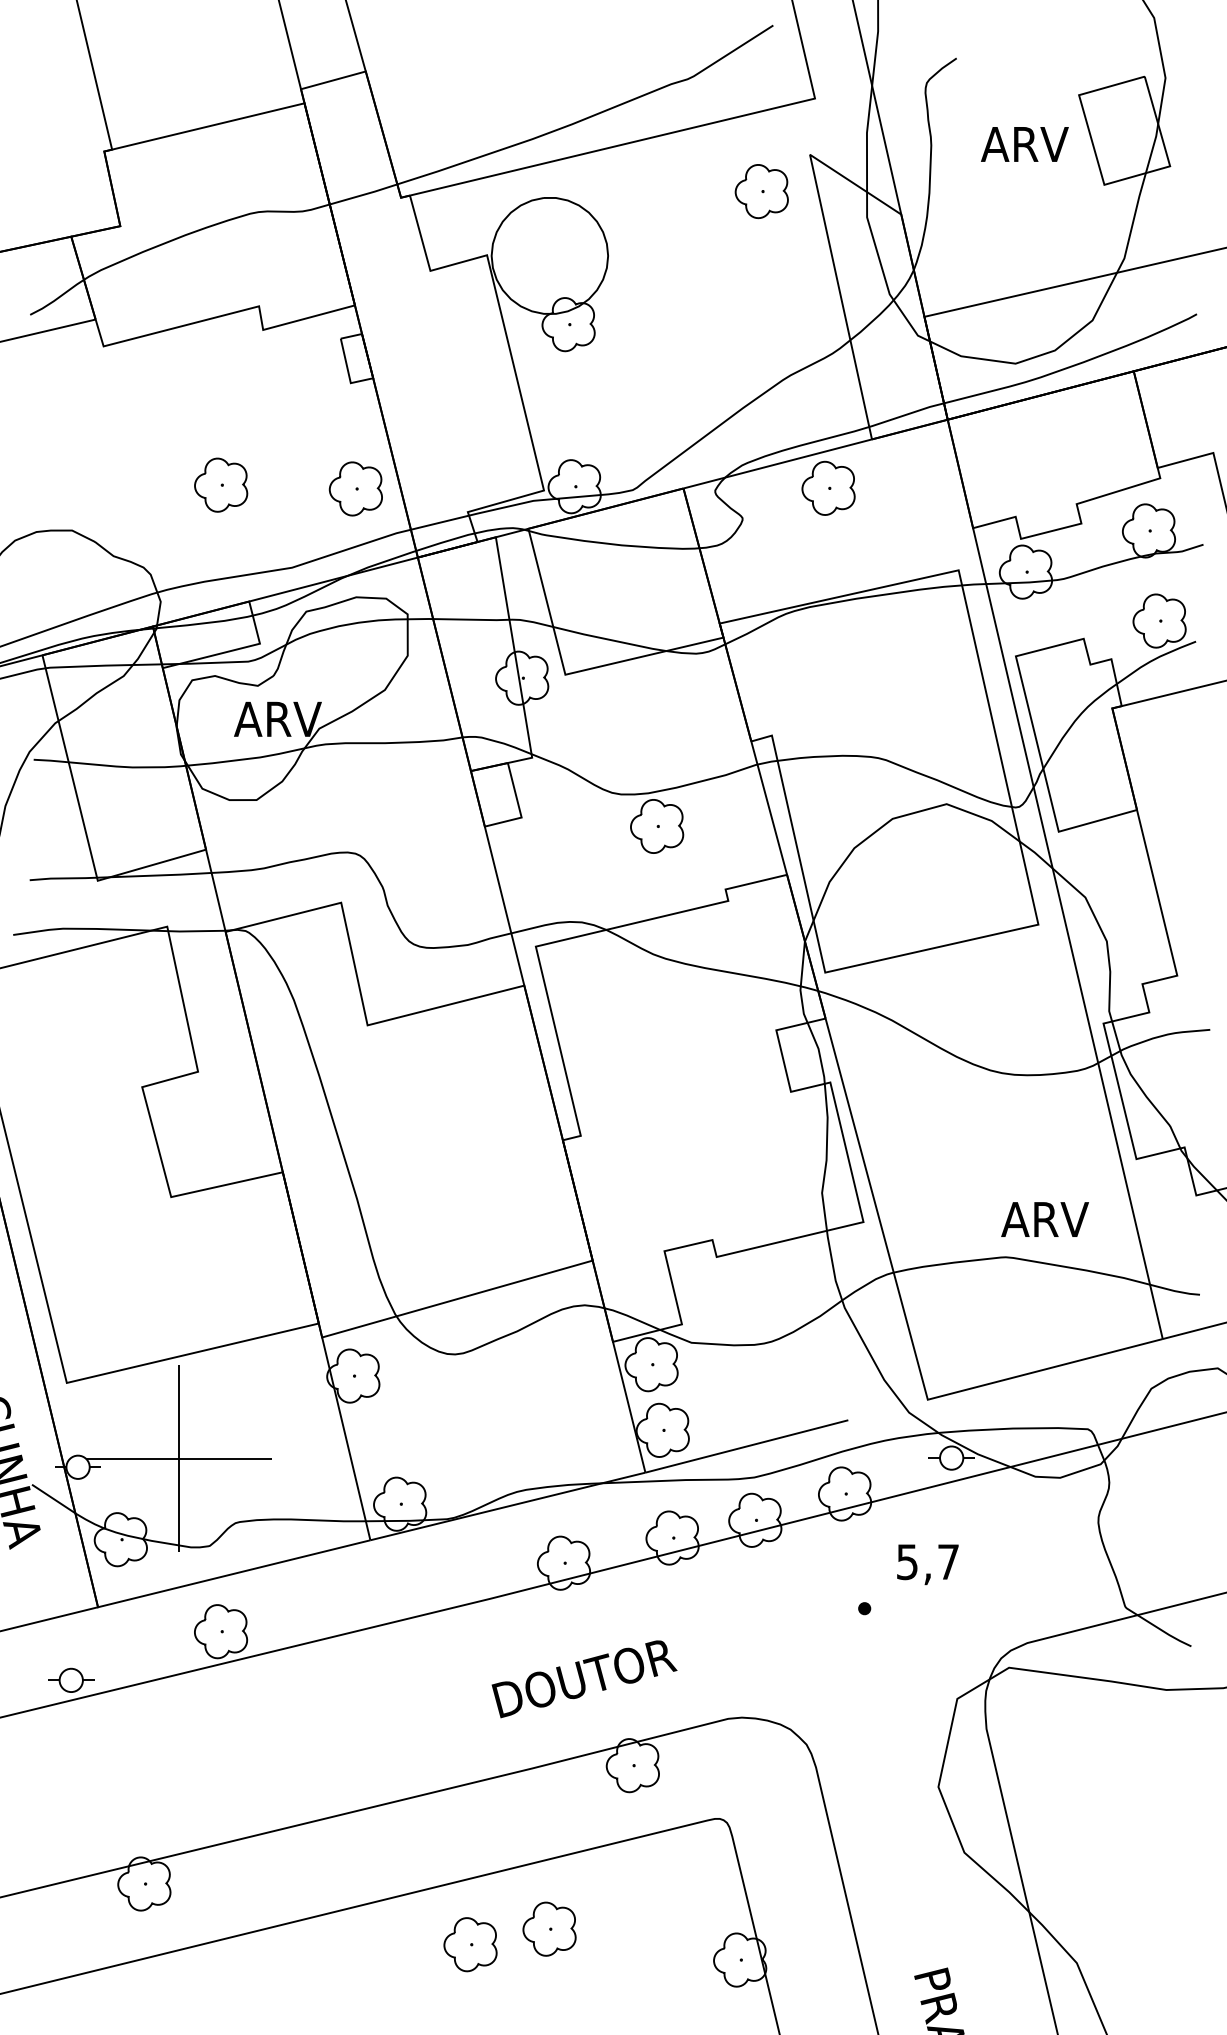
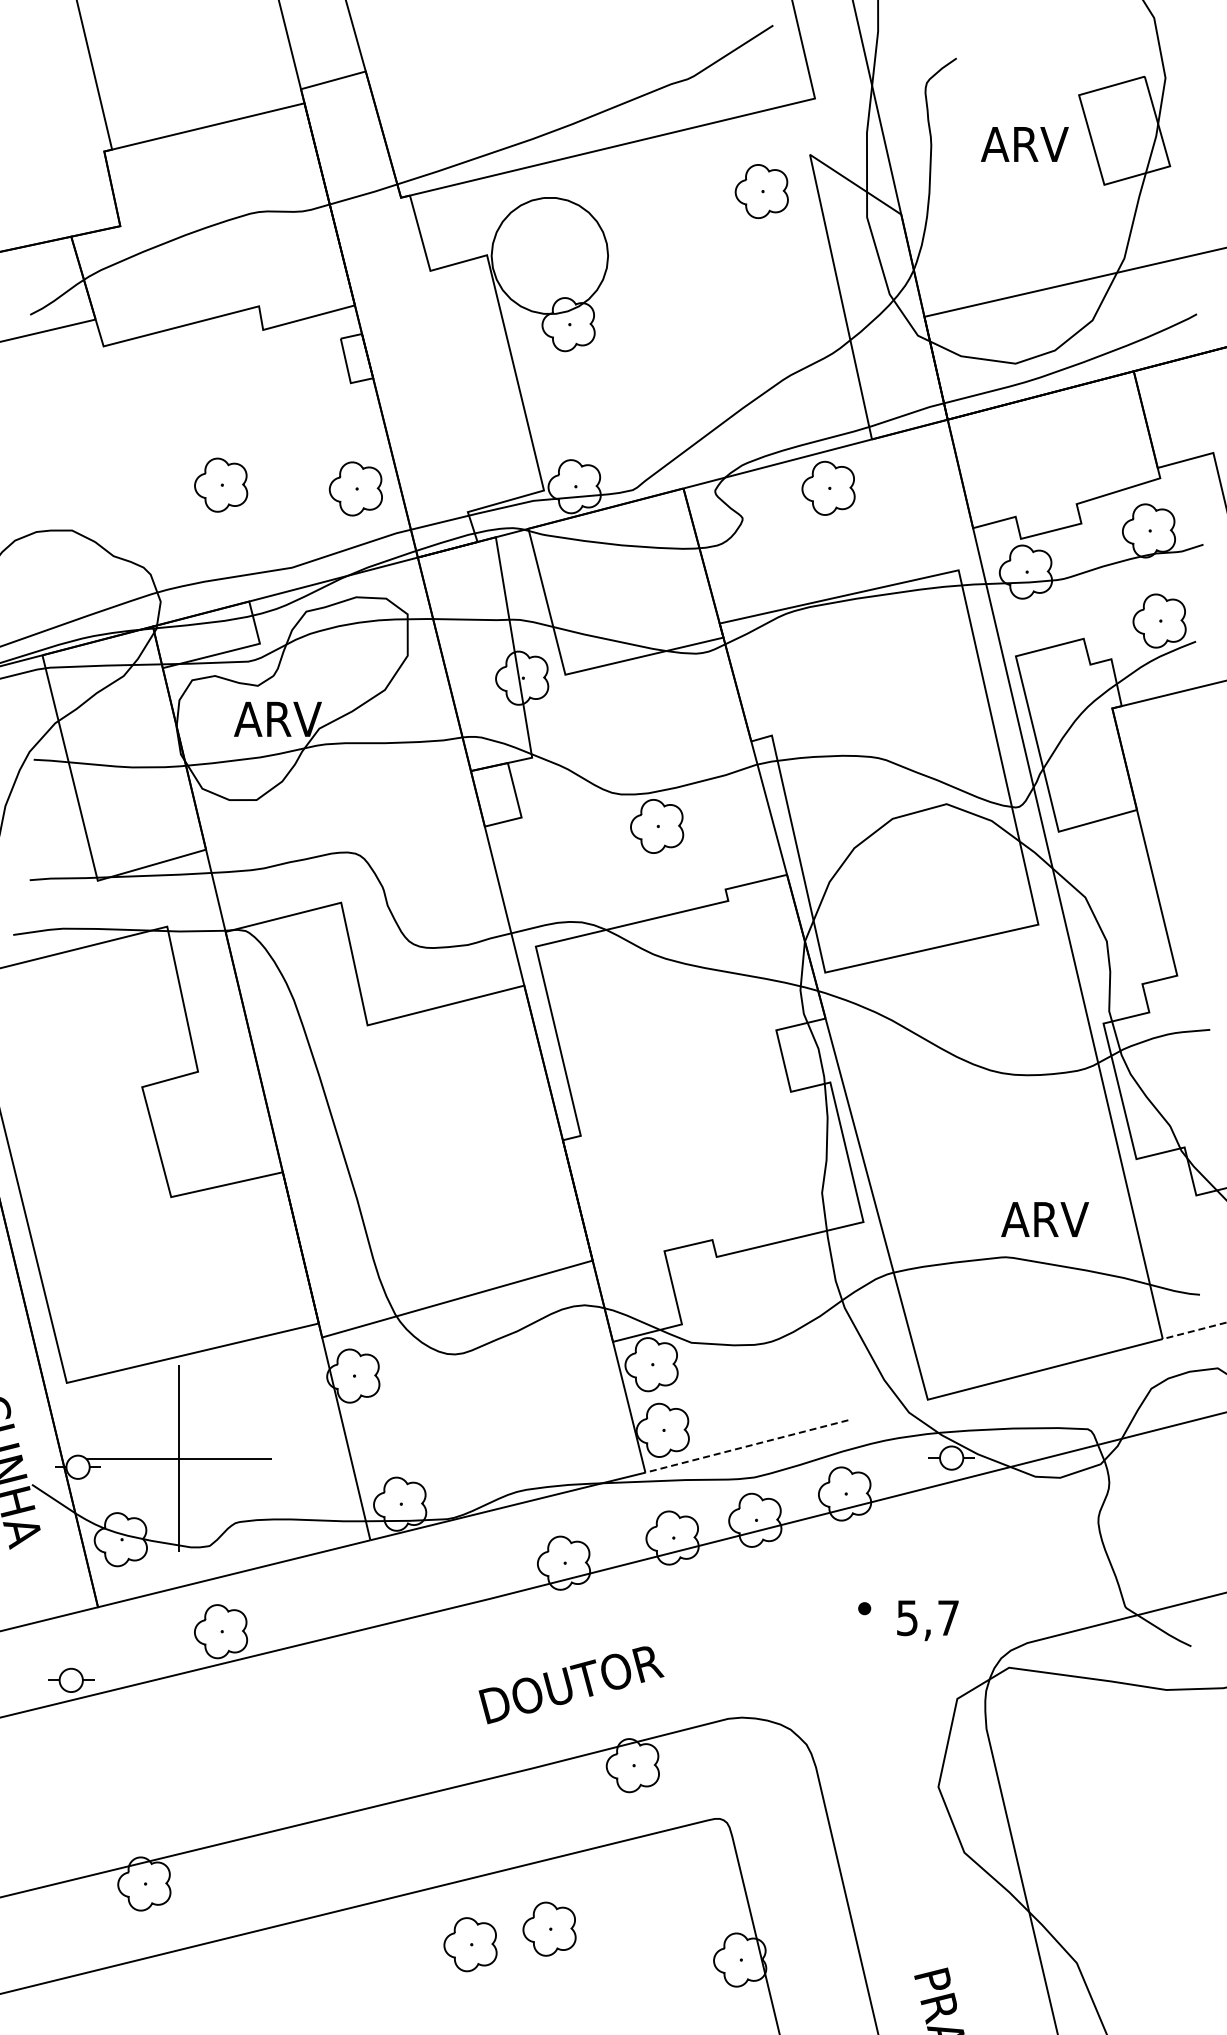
line at (1194, 1330): solid -> dashed
line at (746, 1446): solid -> dashed
text at (927, 1564) position: (927, 1564) -> (927, 1620)
text at (584, 1679) position: (584, 1679) -> (571, 1685)
